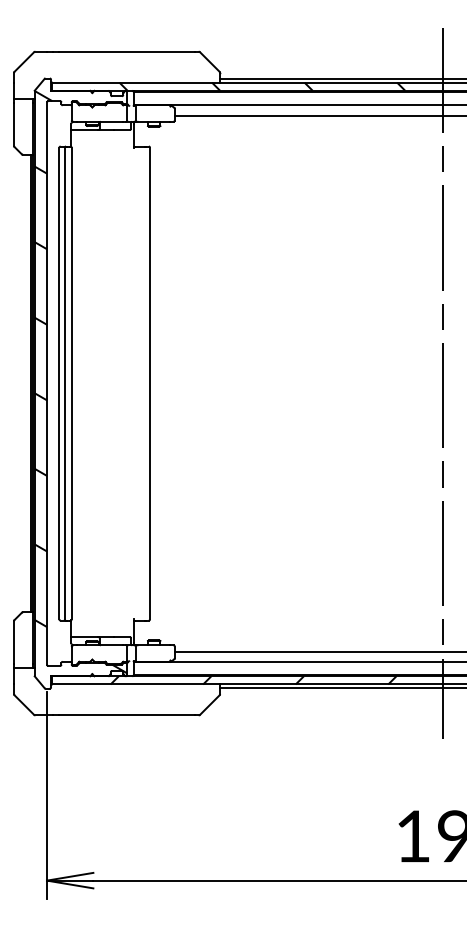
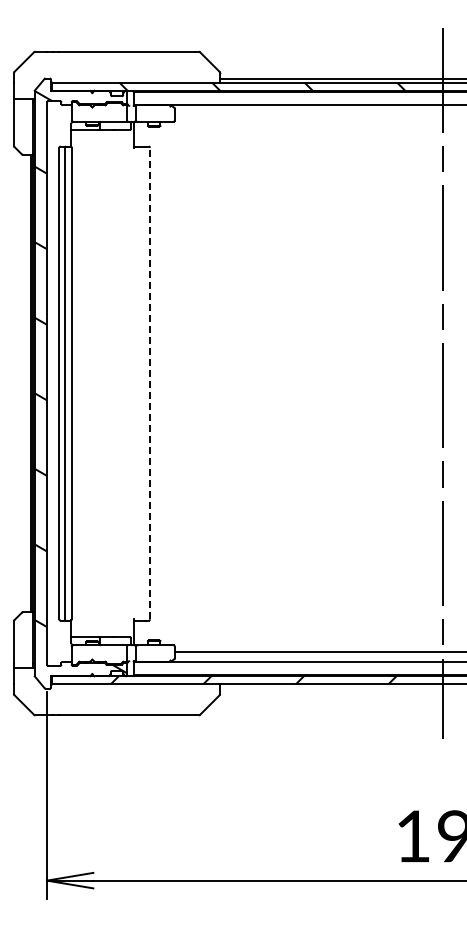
line at (318, 115): present -> none
line at (150, 383): solid -> dashed
line at (341, 687): present -> none
